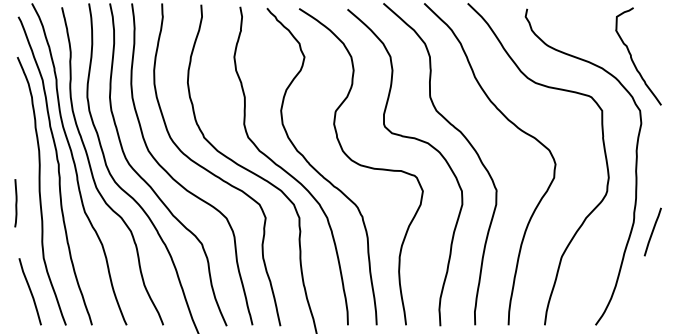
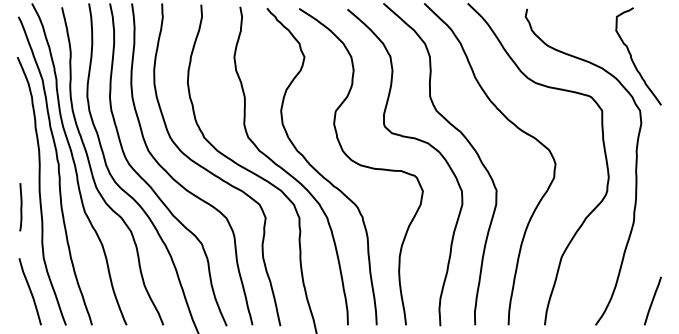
line at (15, 203) position: (15, 203) -> (20, 207)
line at (652, 231) position: (652, 231) -> (652, 300)
